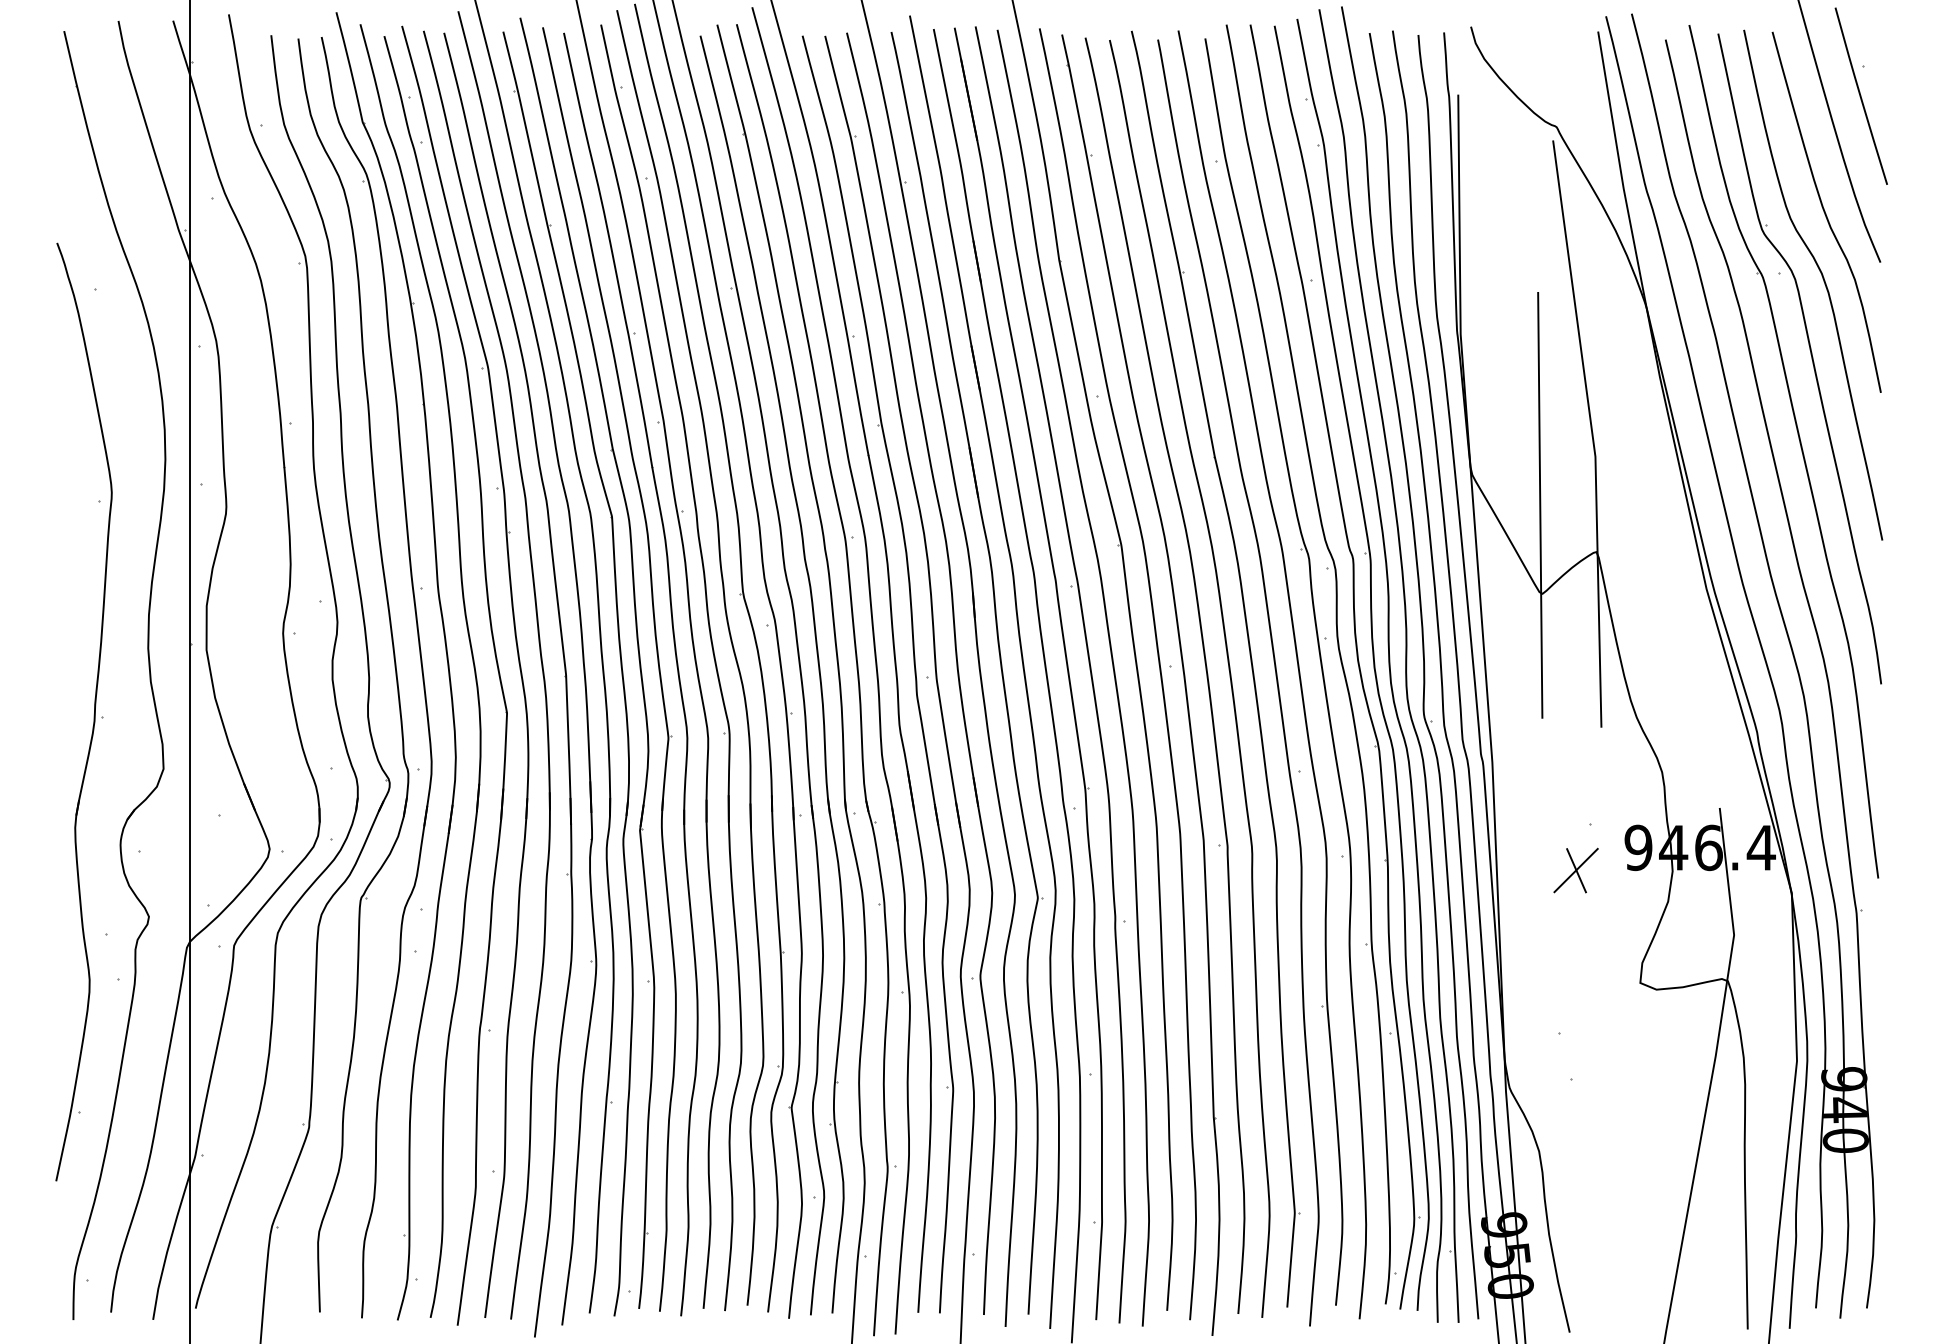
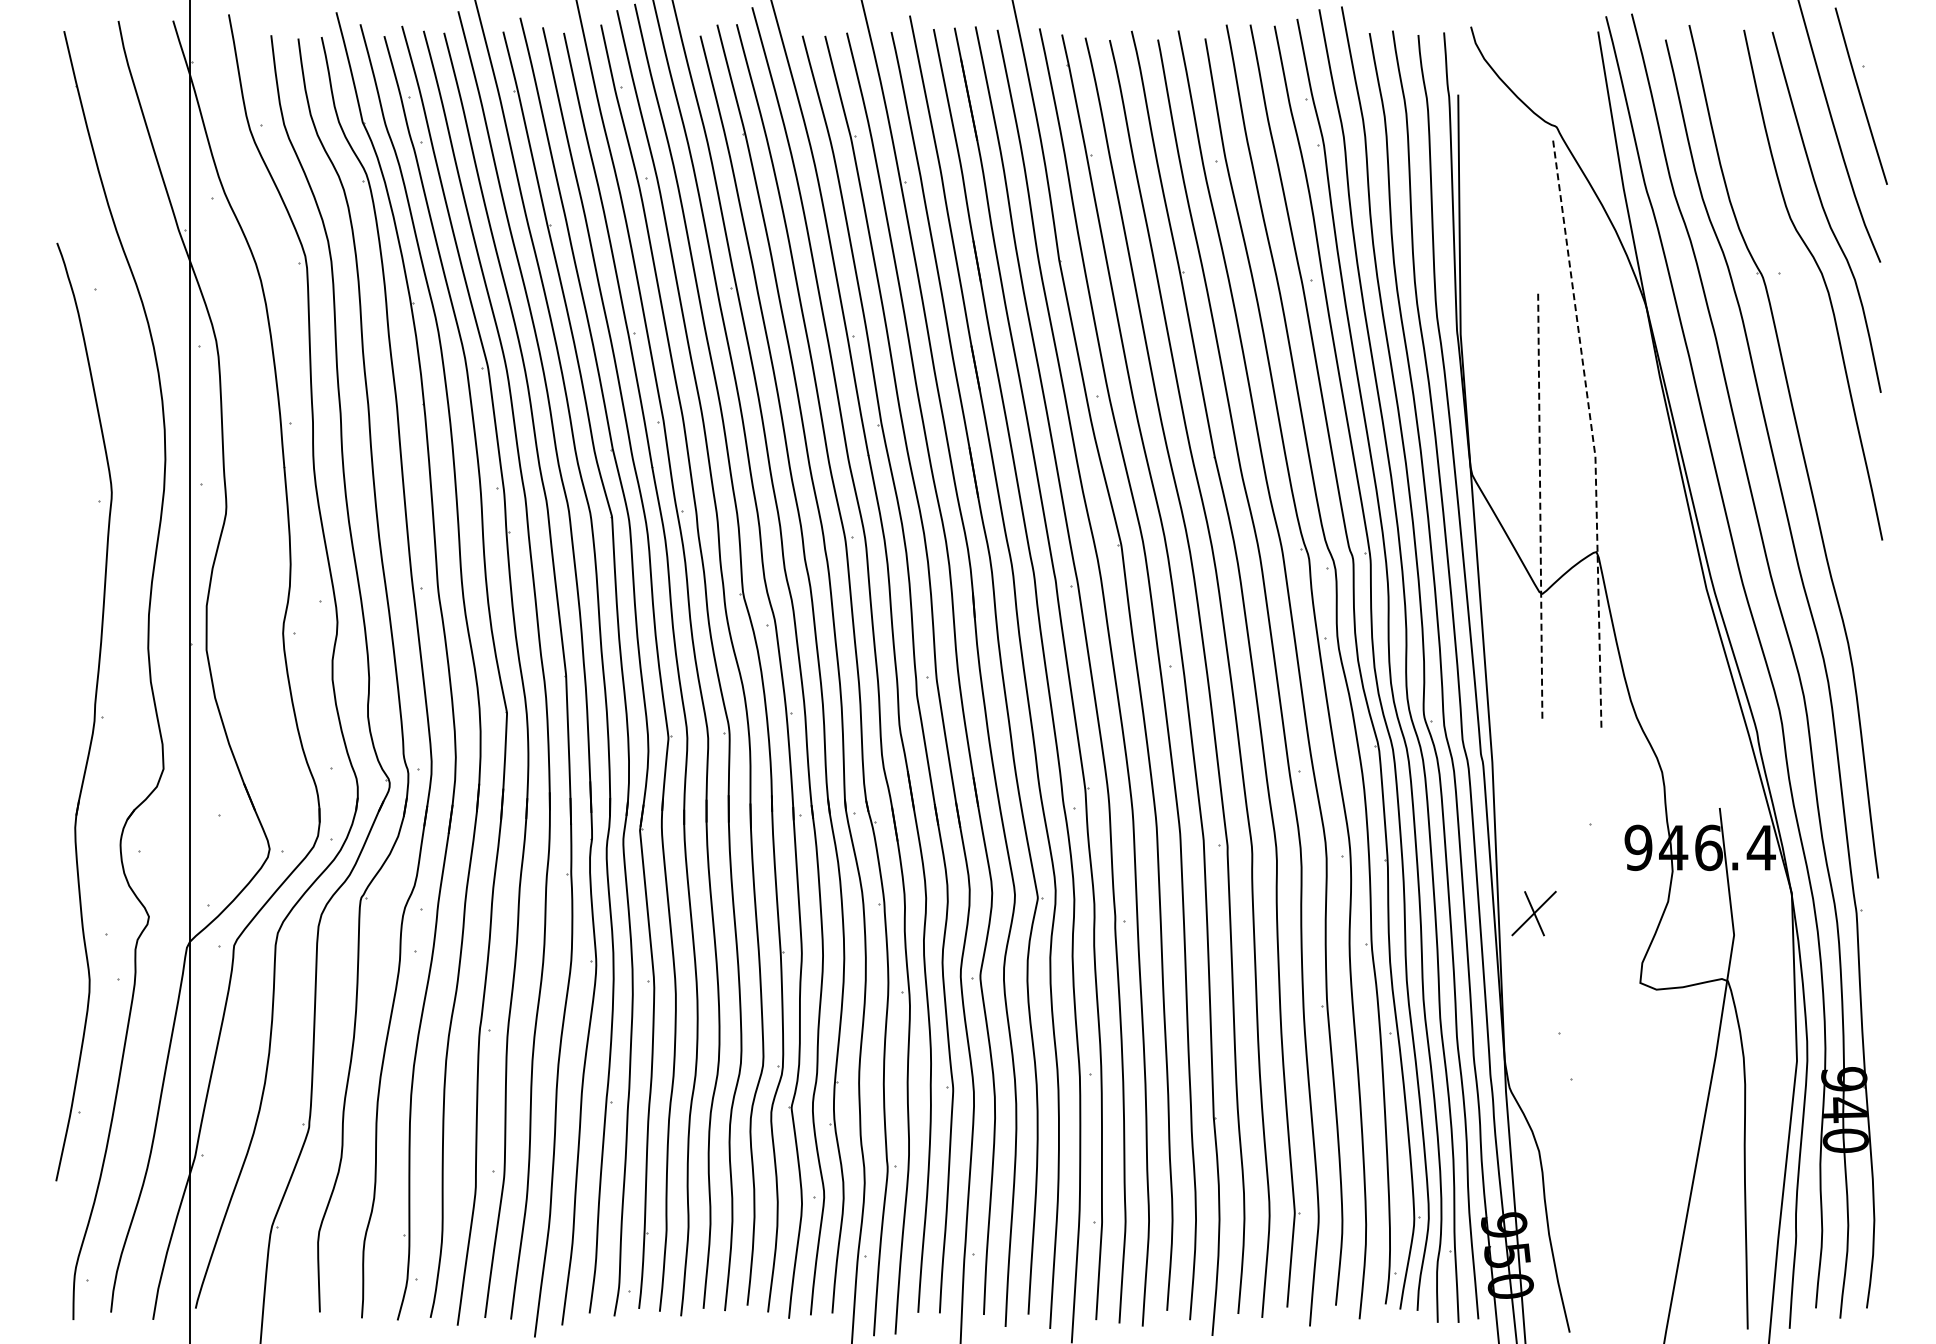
part at (1810, 354): present -> none
line at (1592, 433): solid -> dashed
line at (1540, 504): solid -> dashed
part at (1575, 870) position: (1575, 870) -> (1533, 913)
